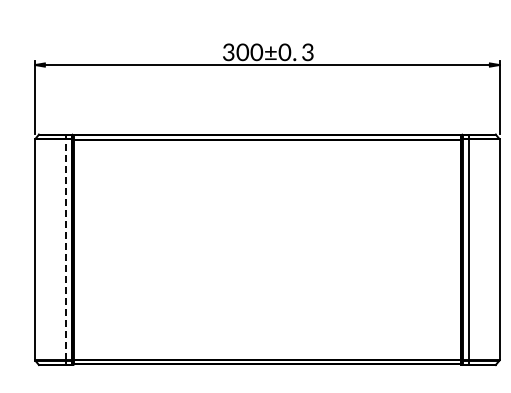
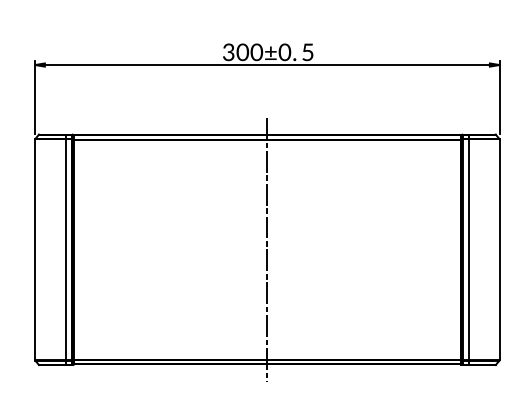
text at (307, 51): 3 -> 5
line at (66, 249): dashed -> solid
line at (267, 249): none -> present
